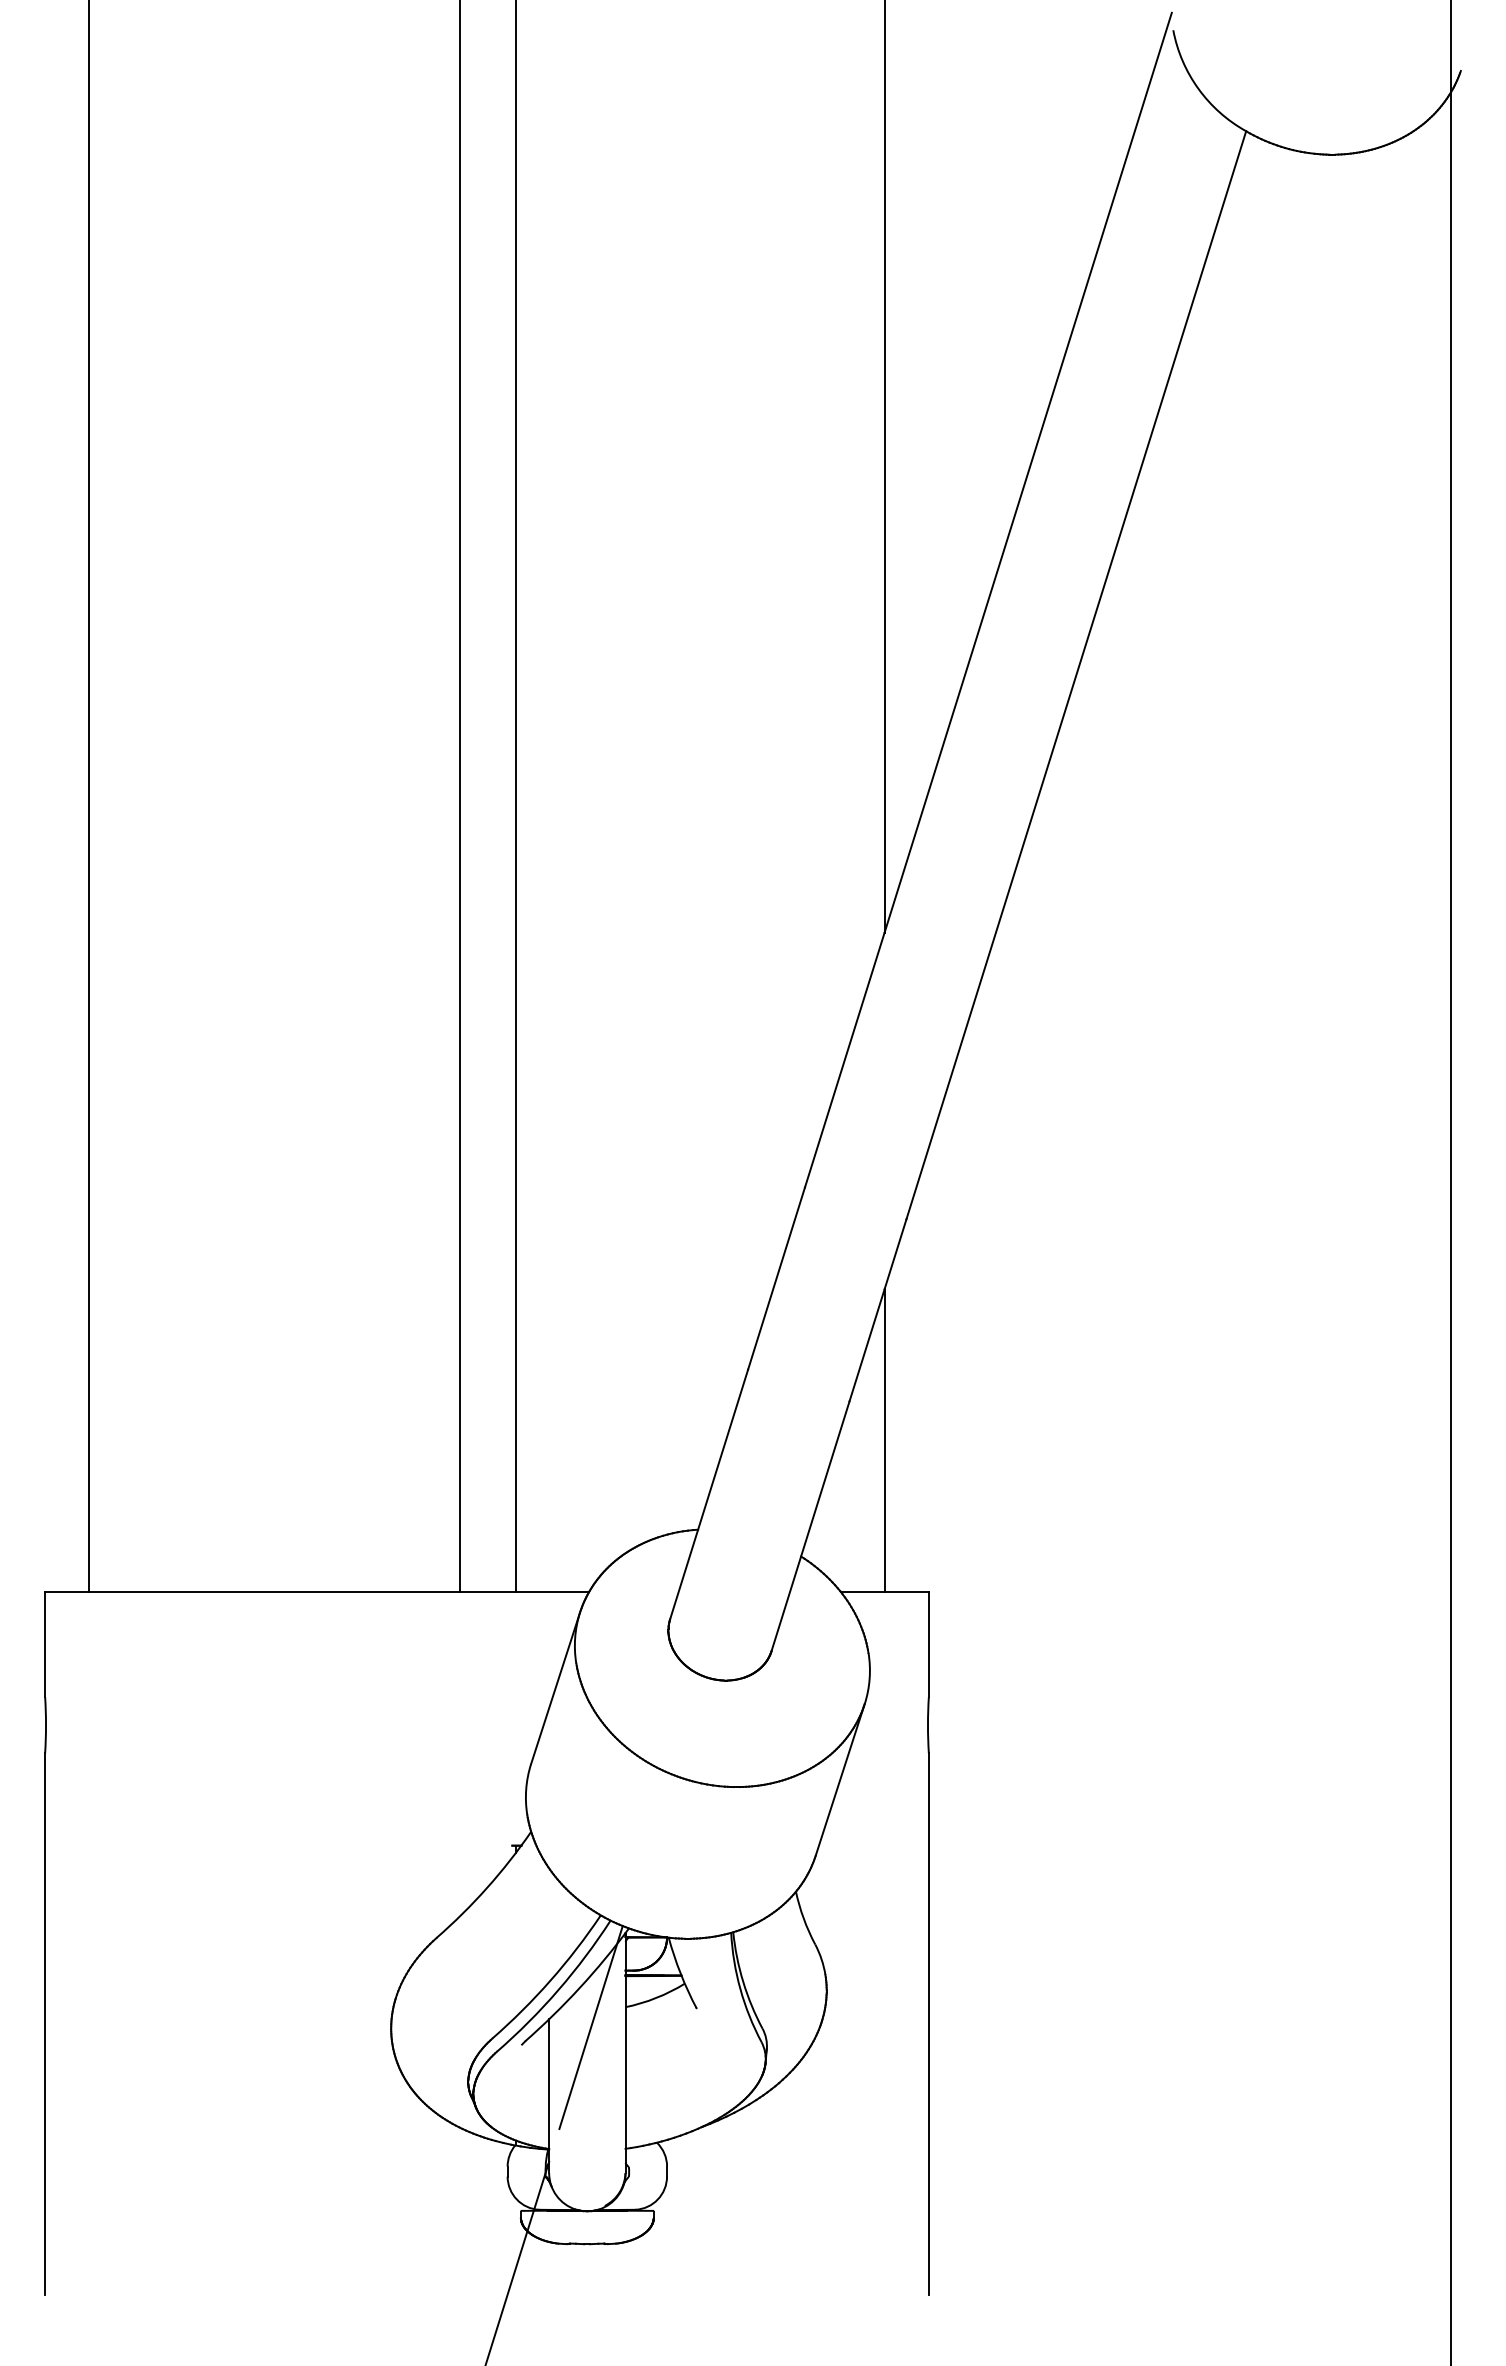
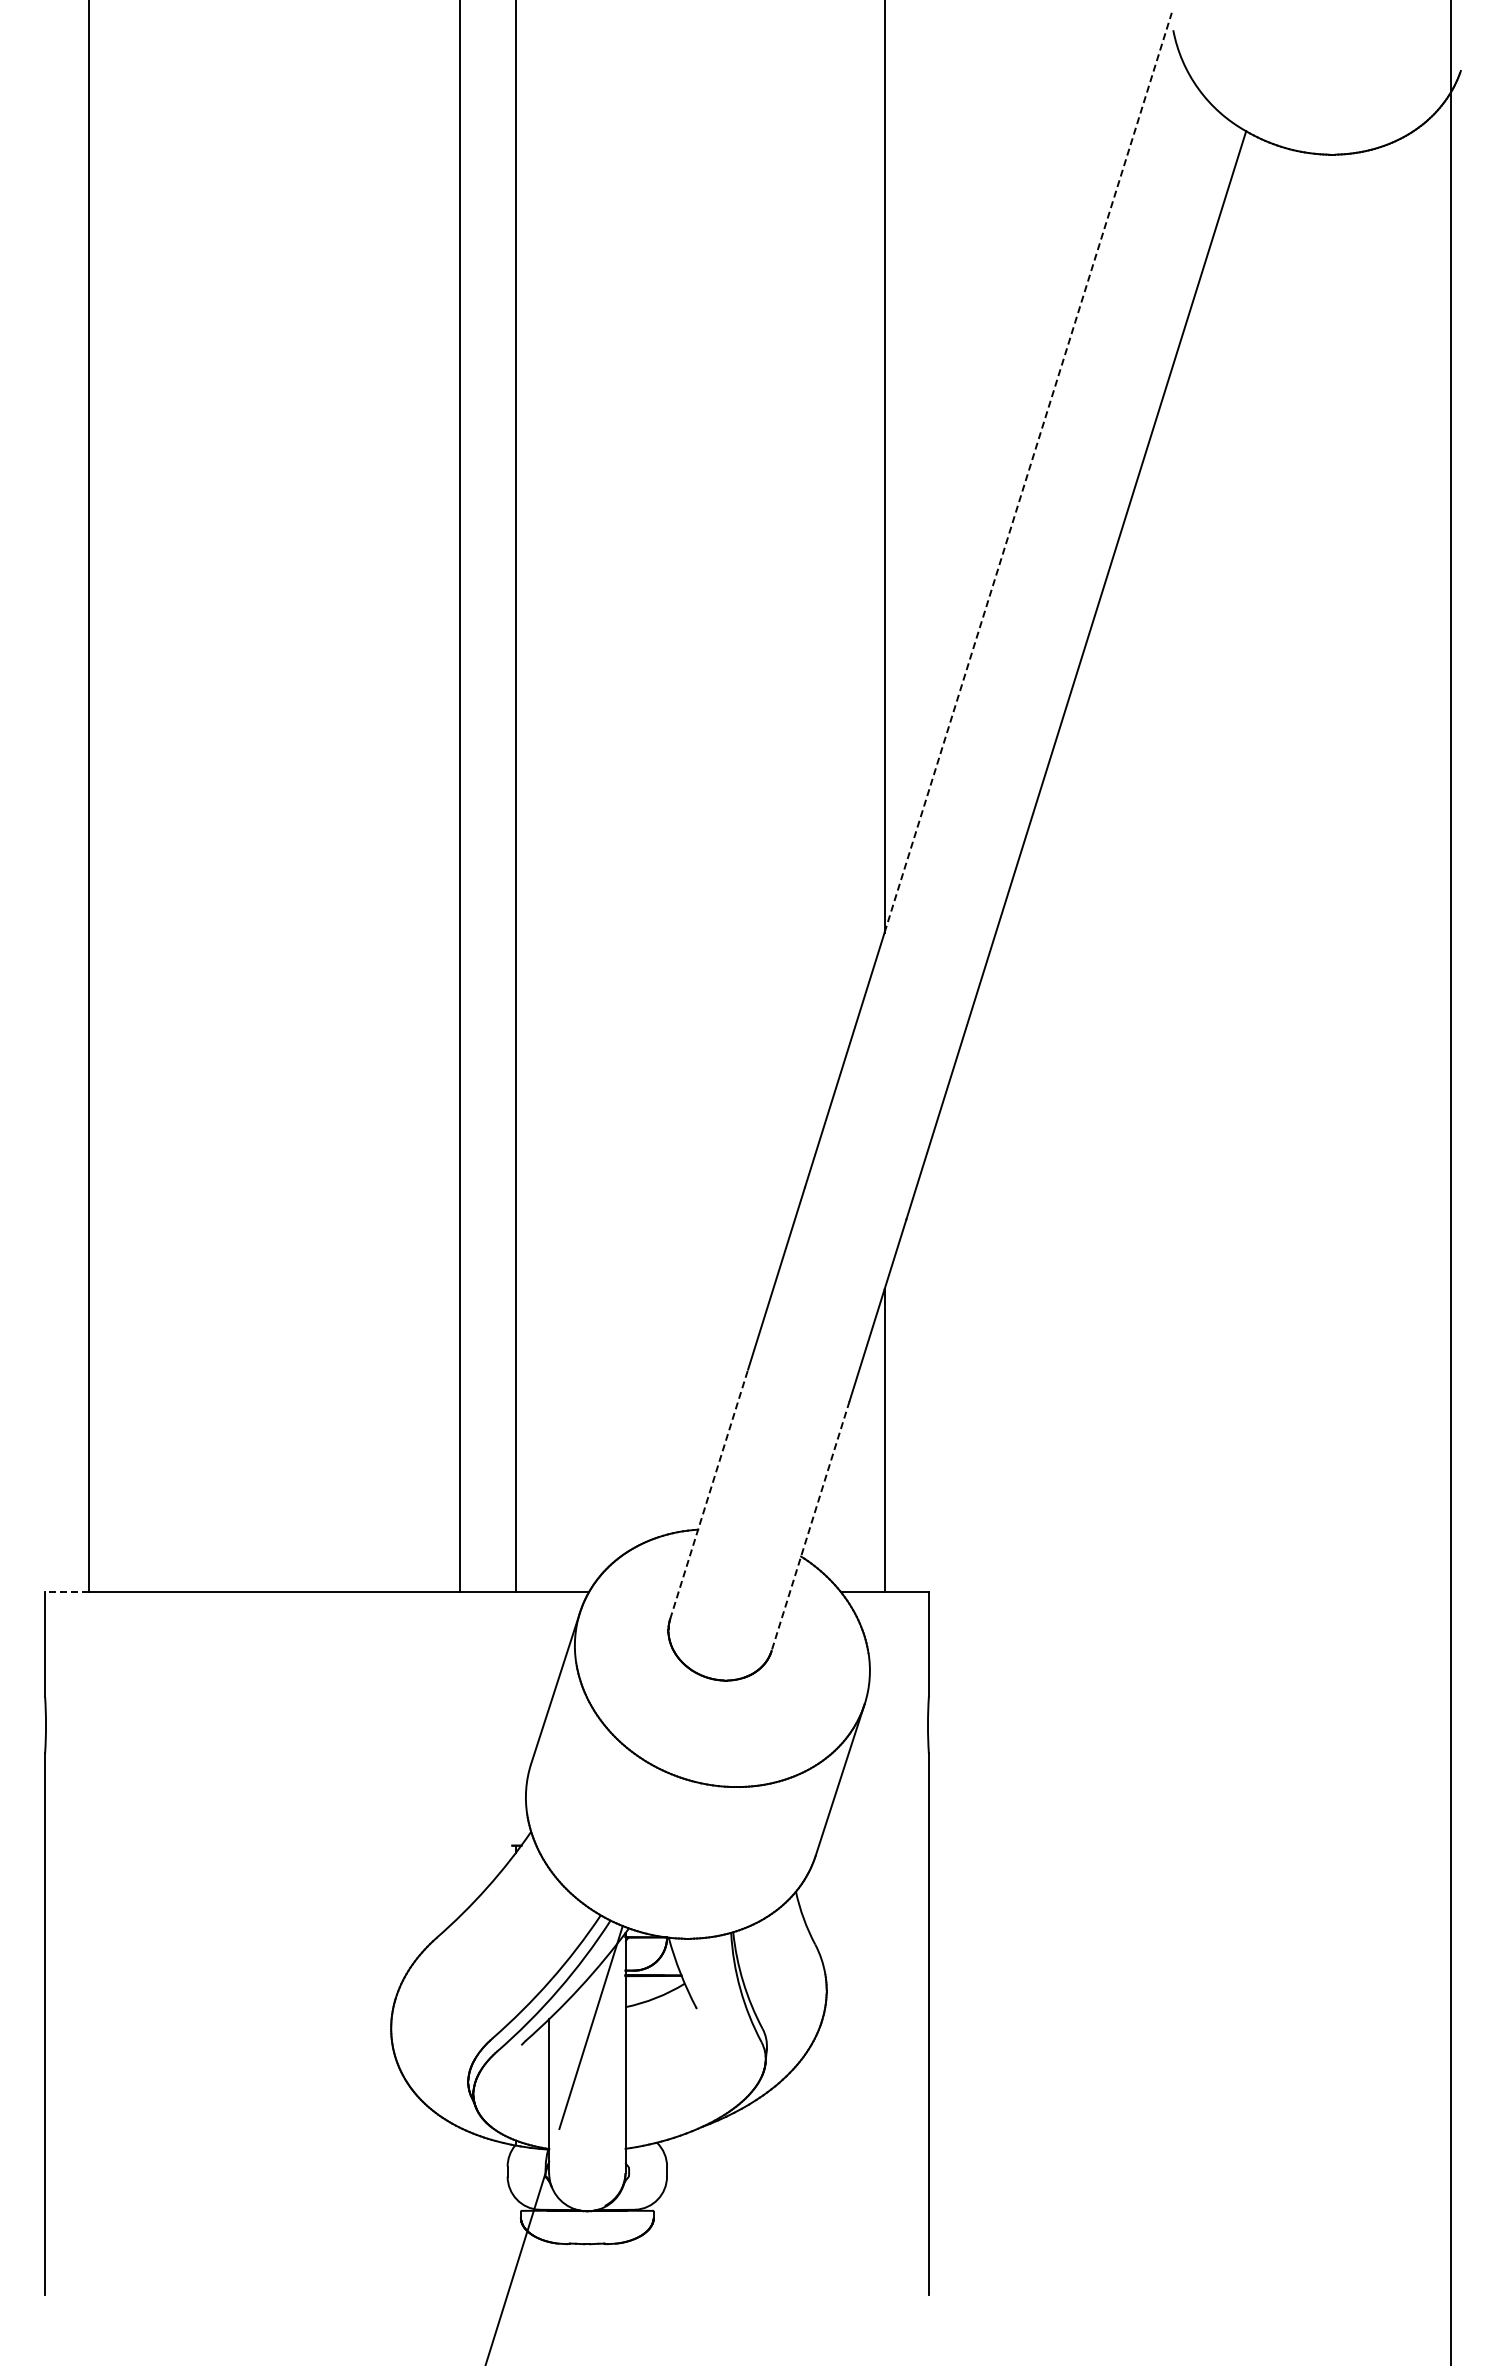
line at (1028, 472): solid -> dashed
line at (709, 1494): solid -> dashed
line at (810, 1526): solid -> dashed
line at (66, 1592): solid -> dashed
